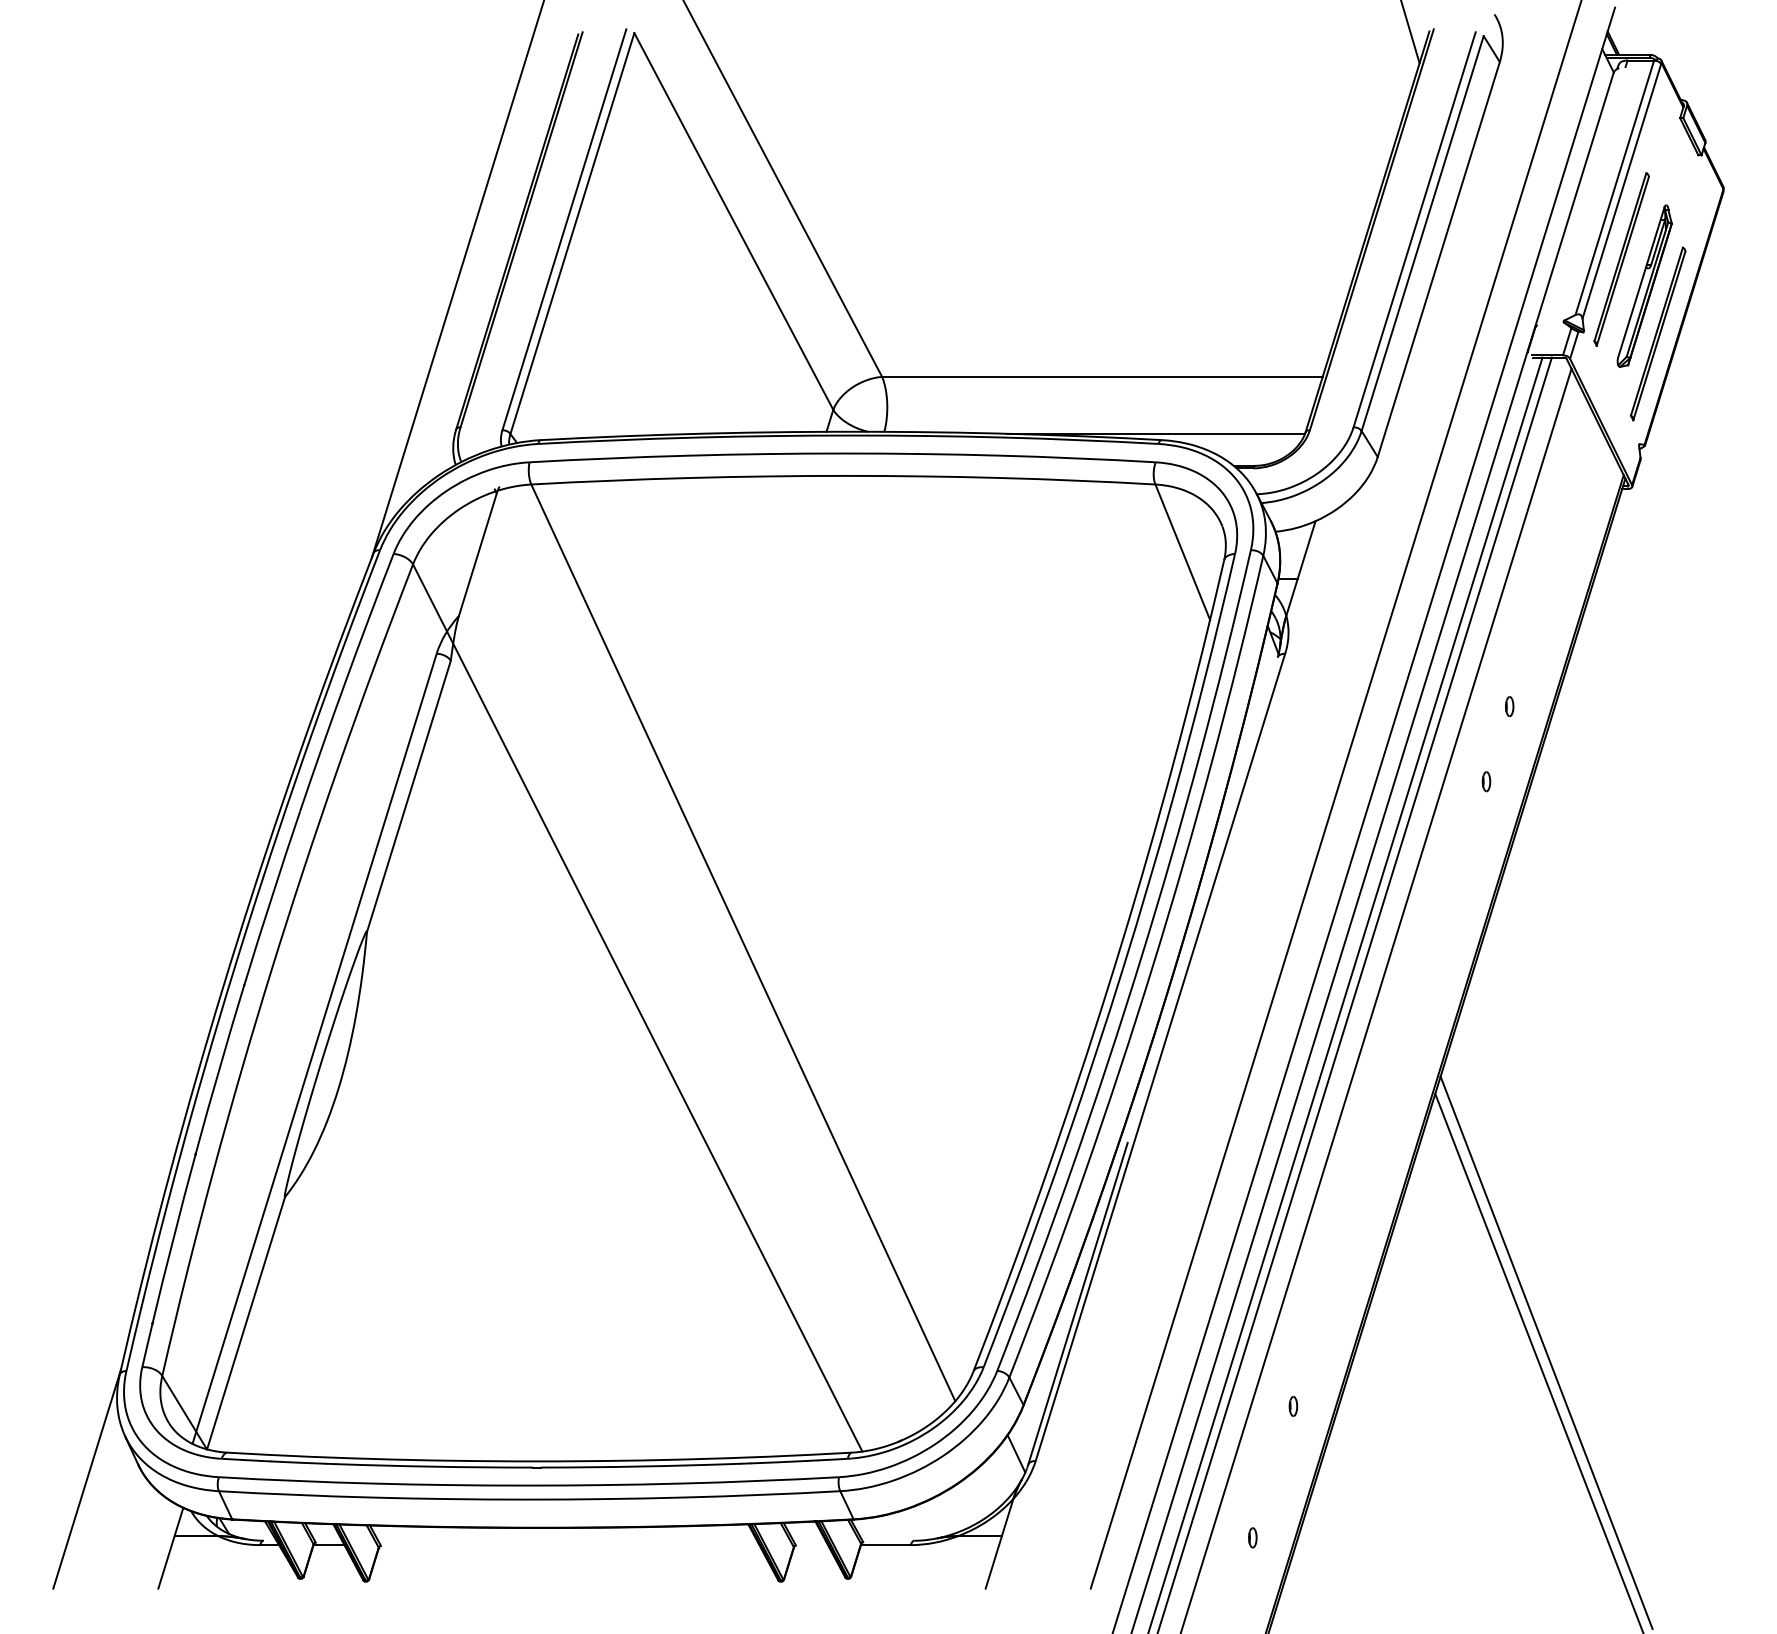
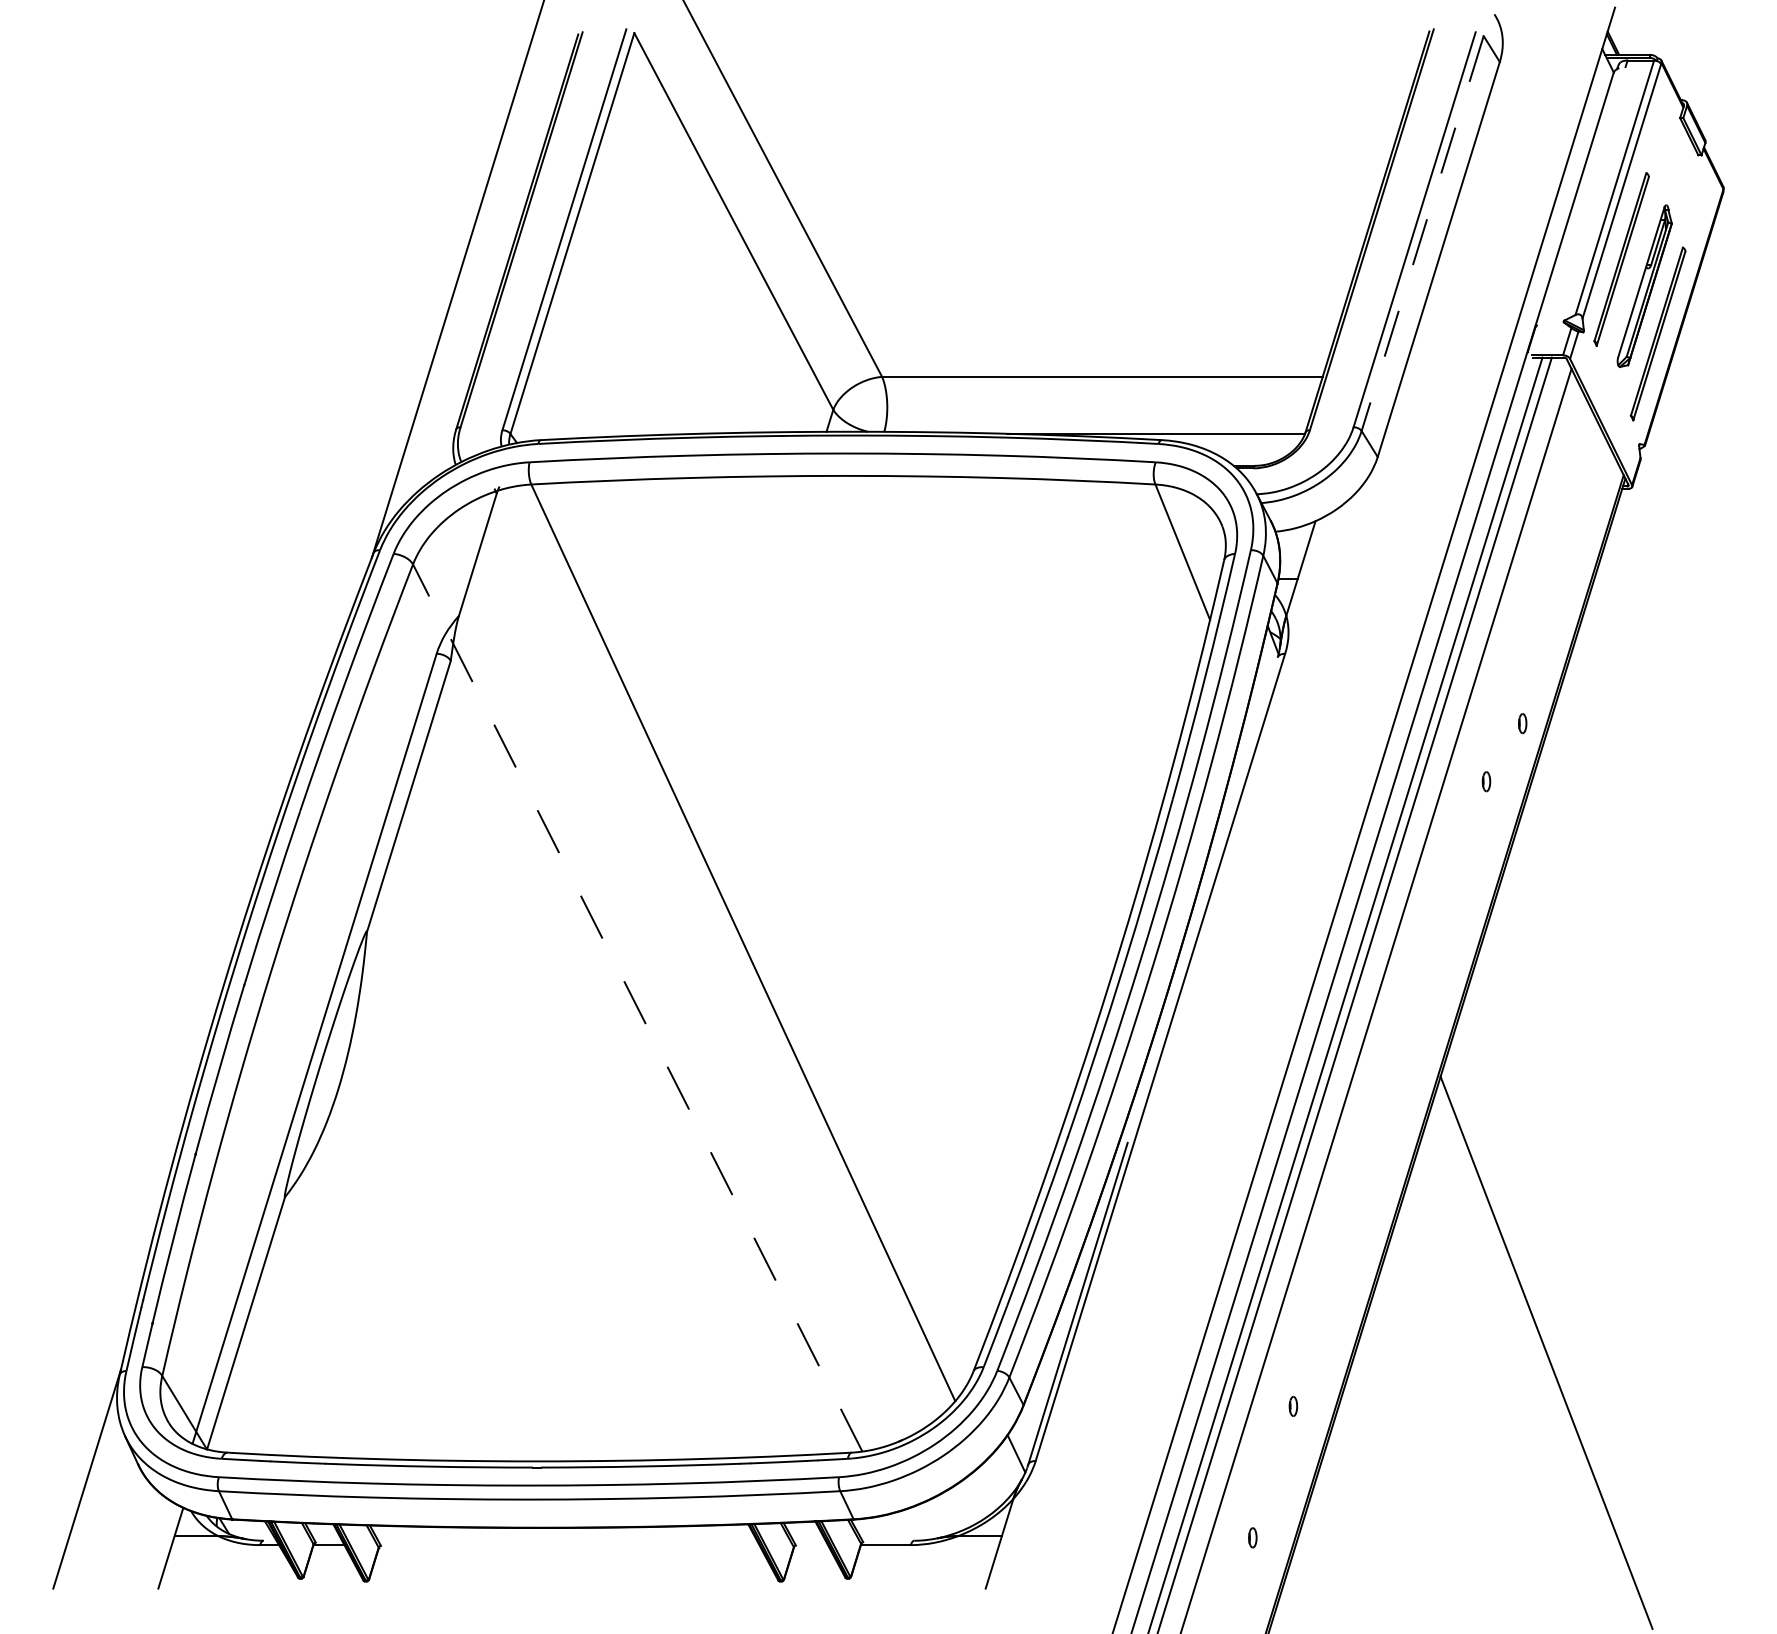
line at (1410, 32): present -> none
line at (1422, 233): solid -> dashed
part at (1509, 706) position: (1509, 706) -> (1522, 723)
line at (1335, 795): present -> none
line at (637, 1007): solid -> dashed
line at (1538, 1361): present -> none
